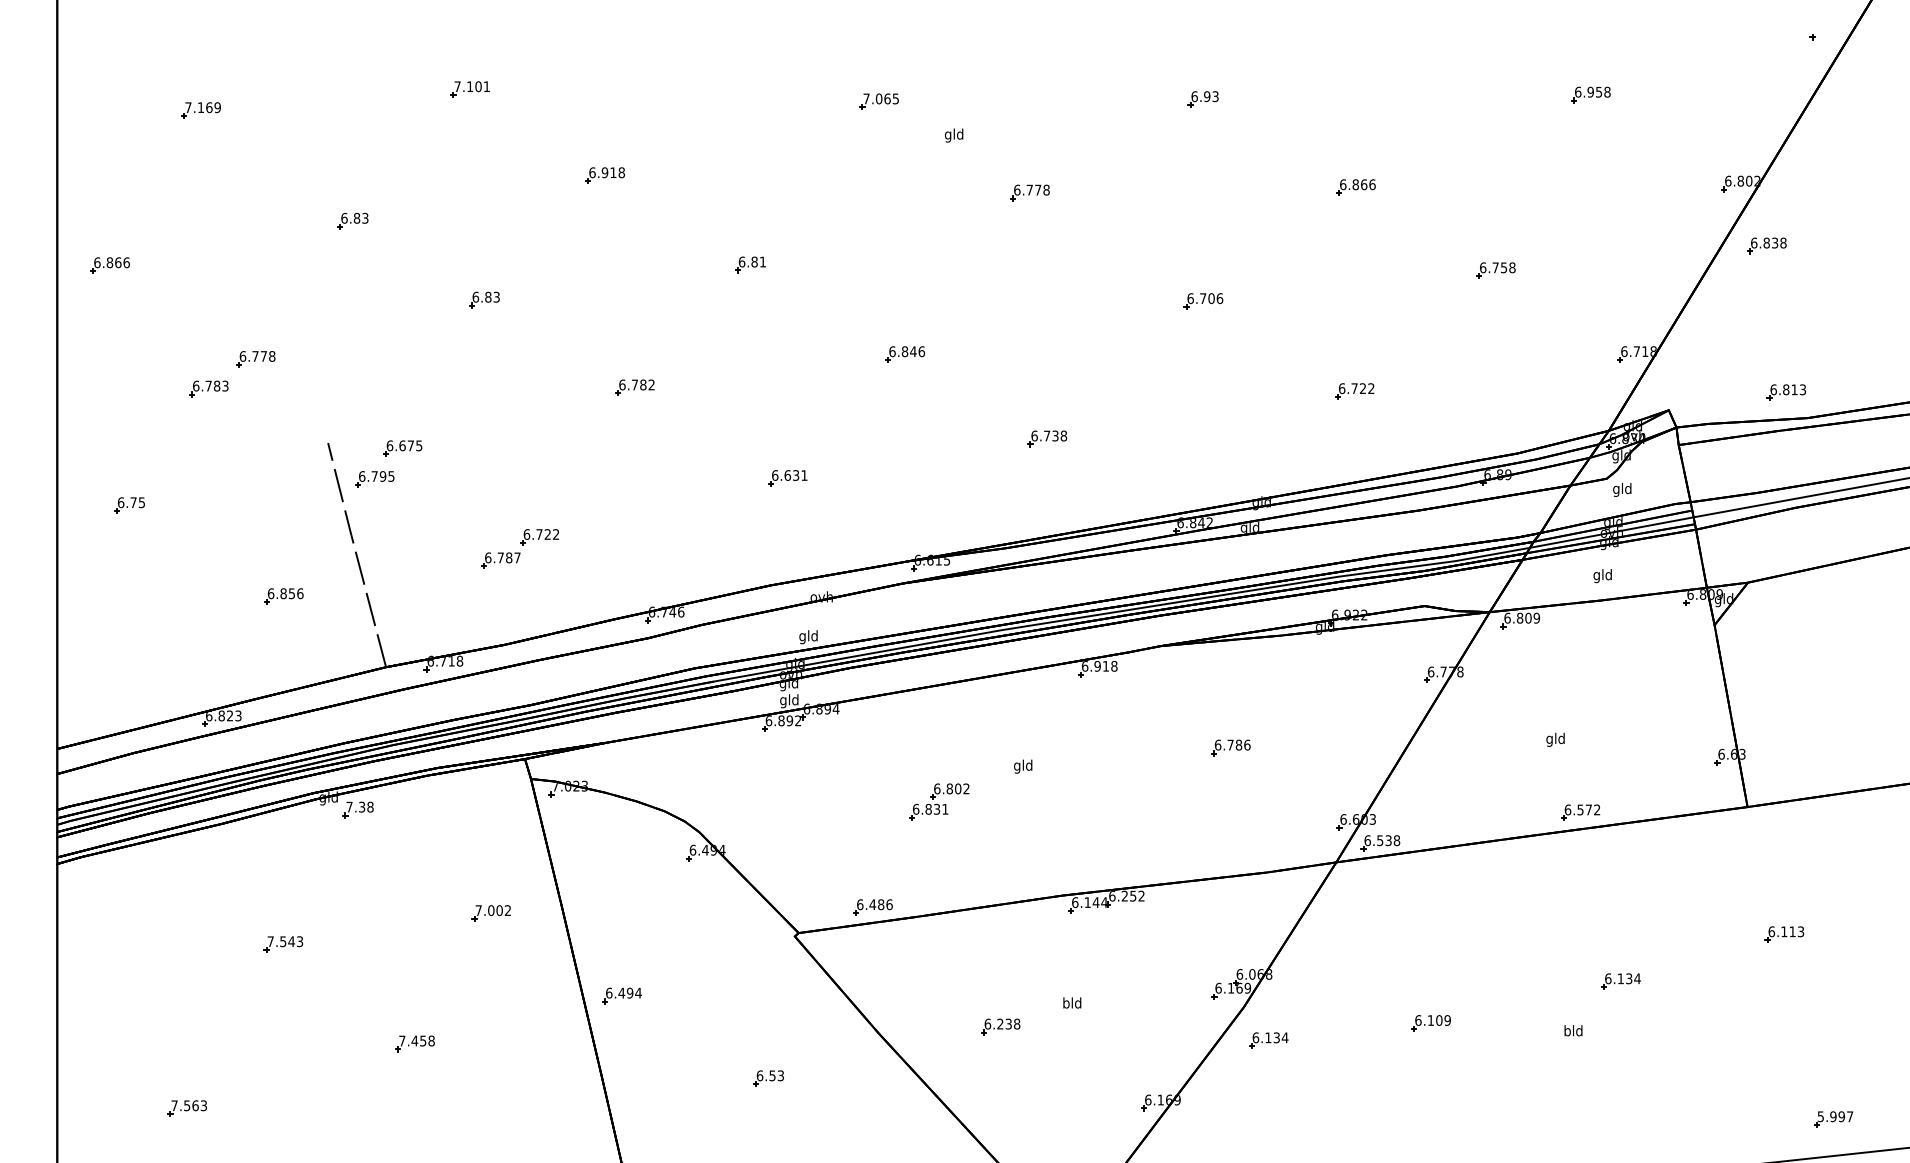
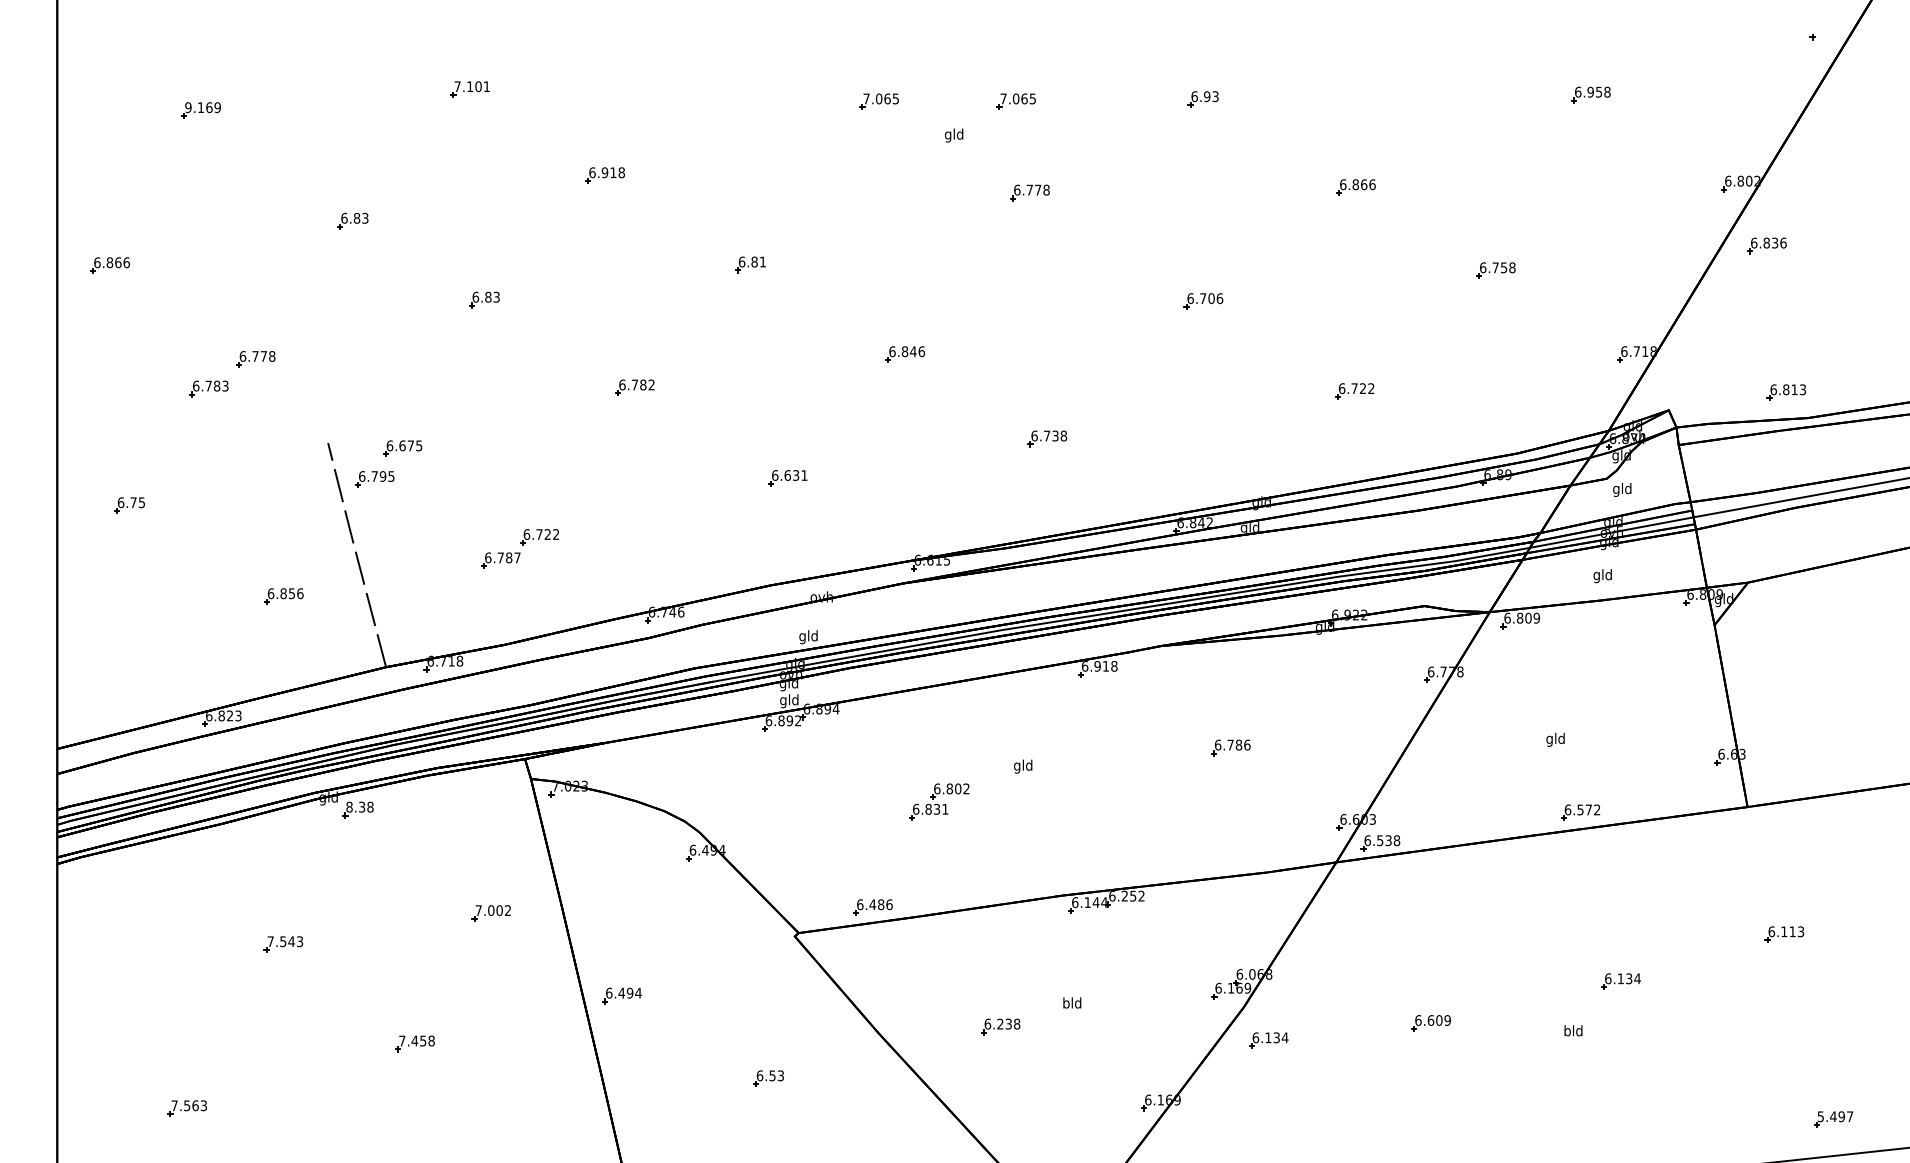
part at (1015, 101): none -> present
text at (188, 107): 7.169 -> 9.169
text at (1783, 242): 6.838 -> 6.836
text at (349, 806): 7.38 -> 8.38
text at (1430, 1020): 6.109 -> 6.609
text at (1833, 1116): 5.997 -> 5.497
